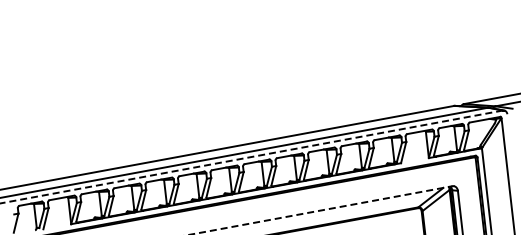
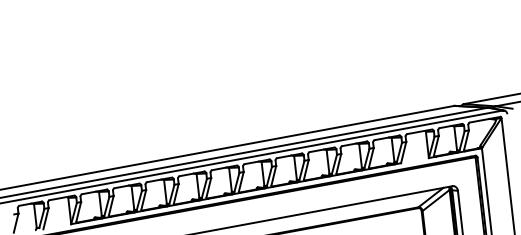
line at (251, 157): dashed -> solid
line at (320, 210): dashed -> solid
